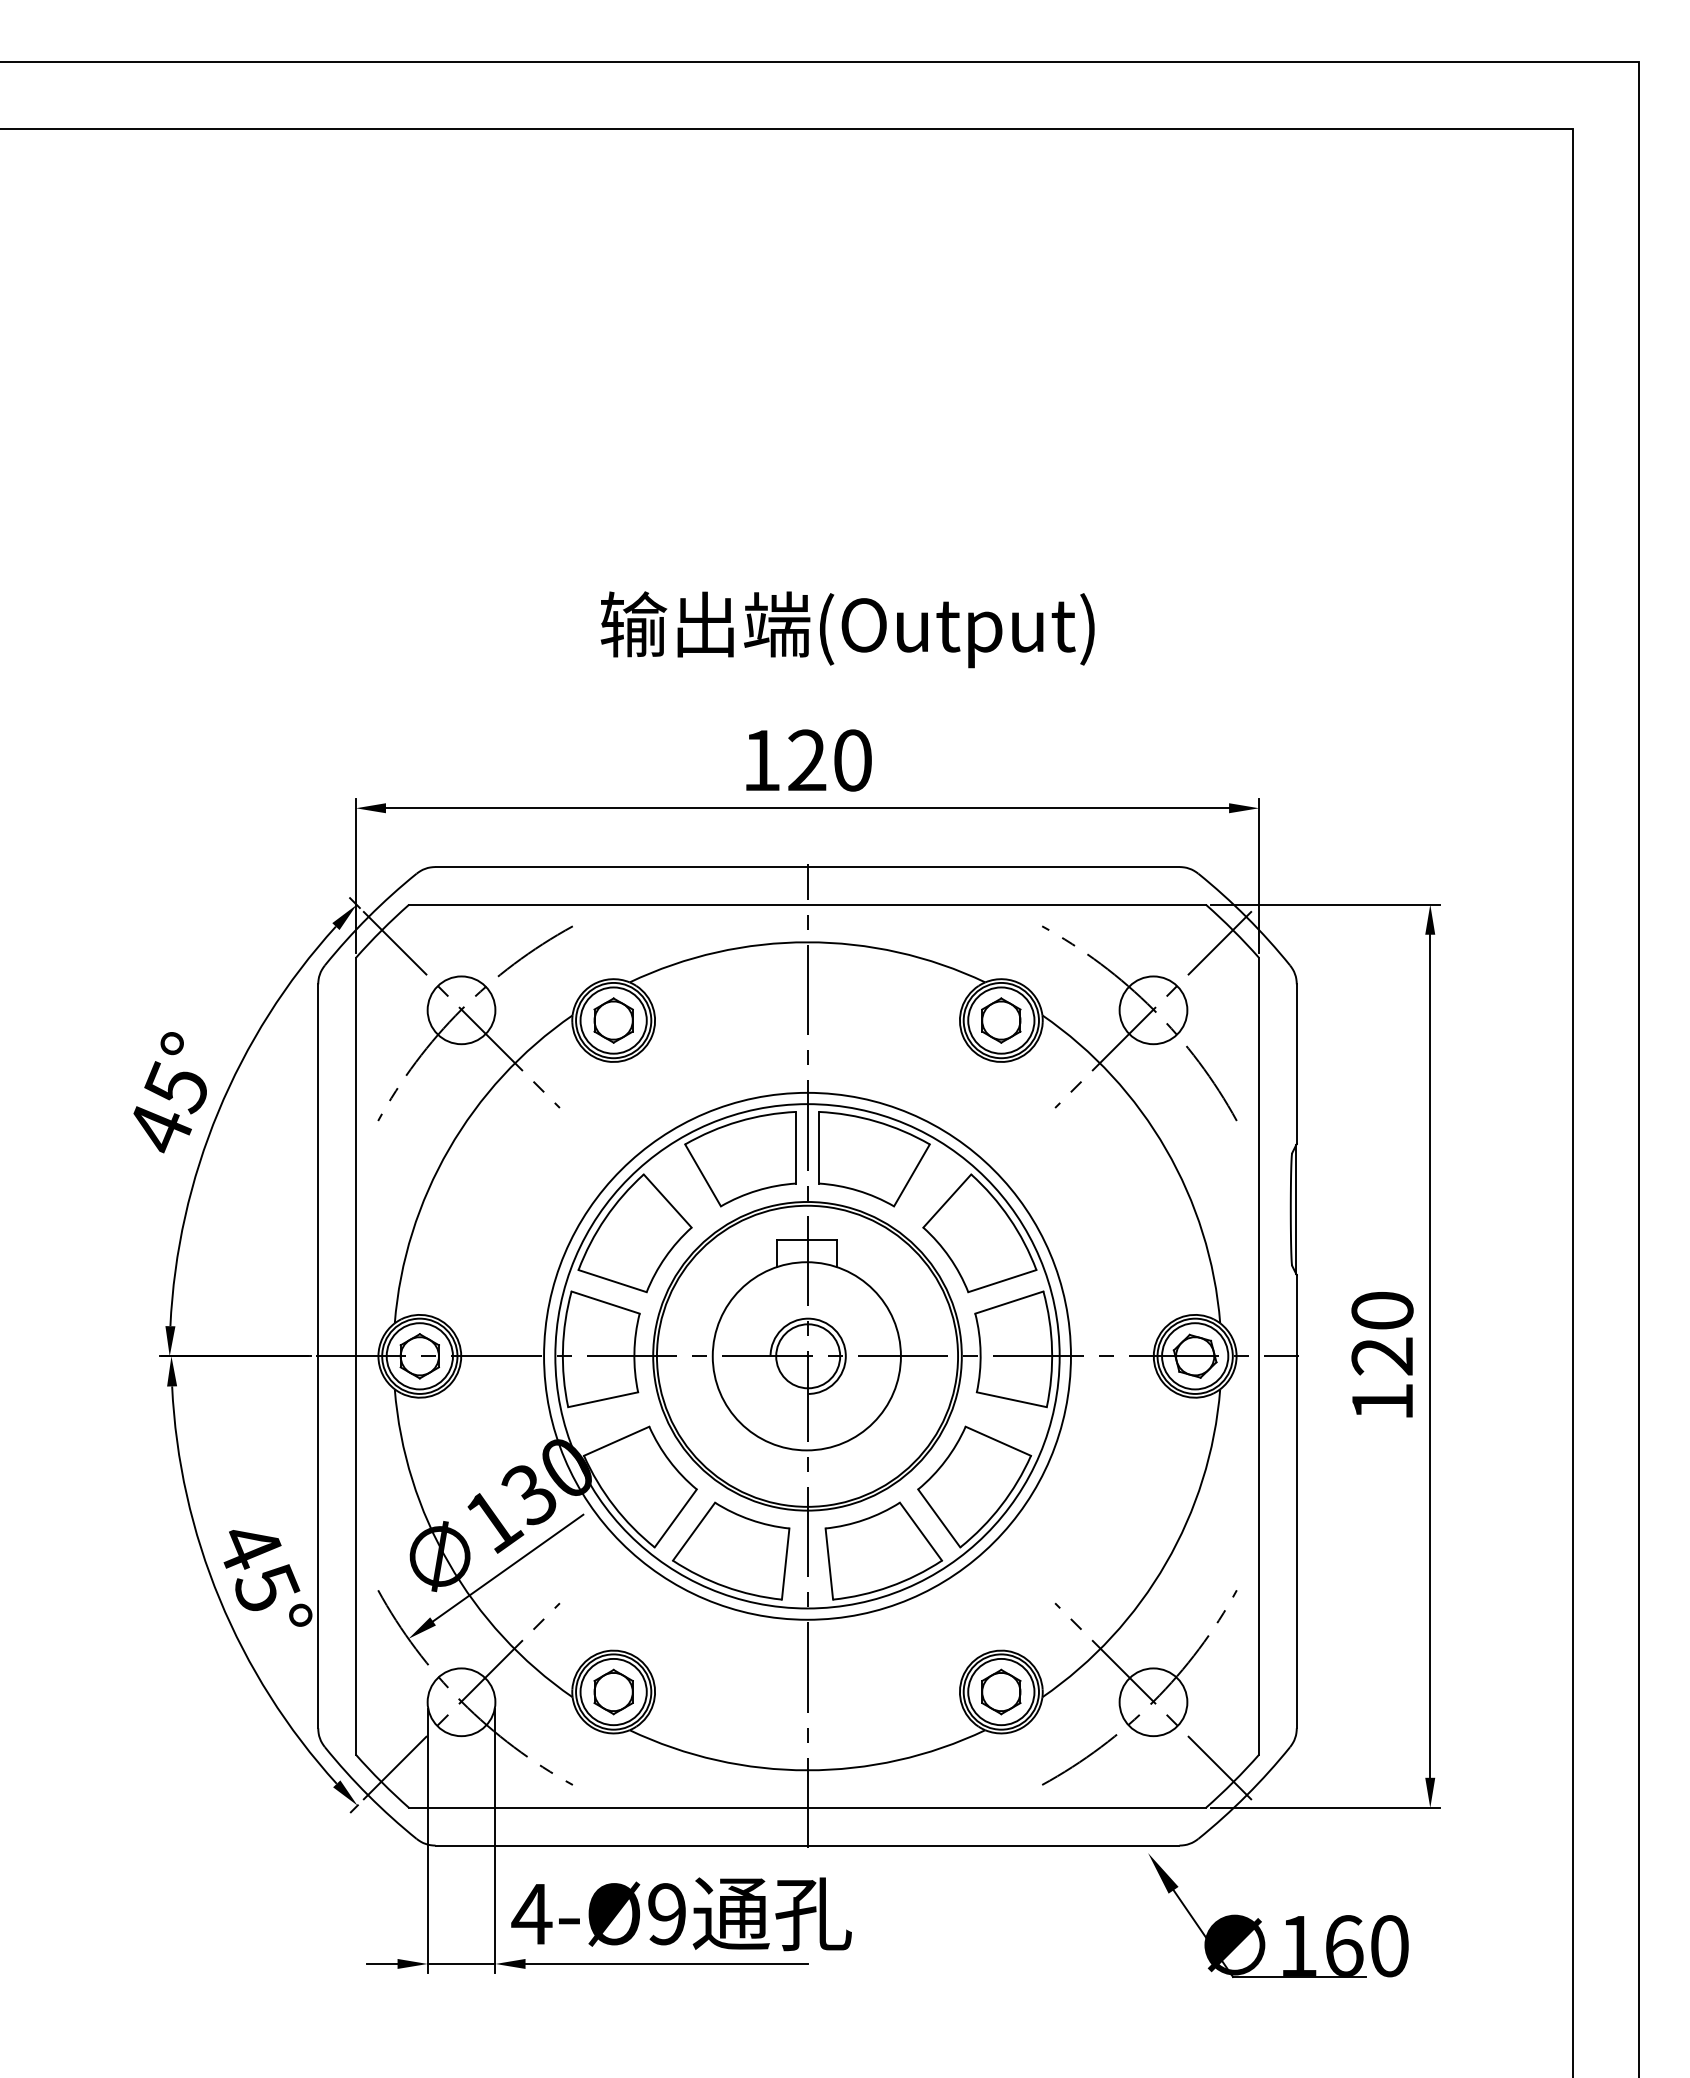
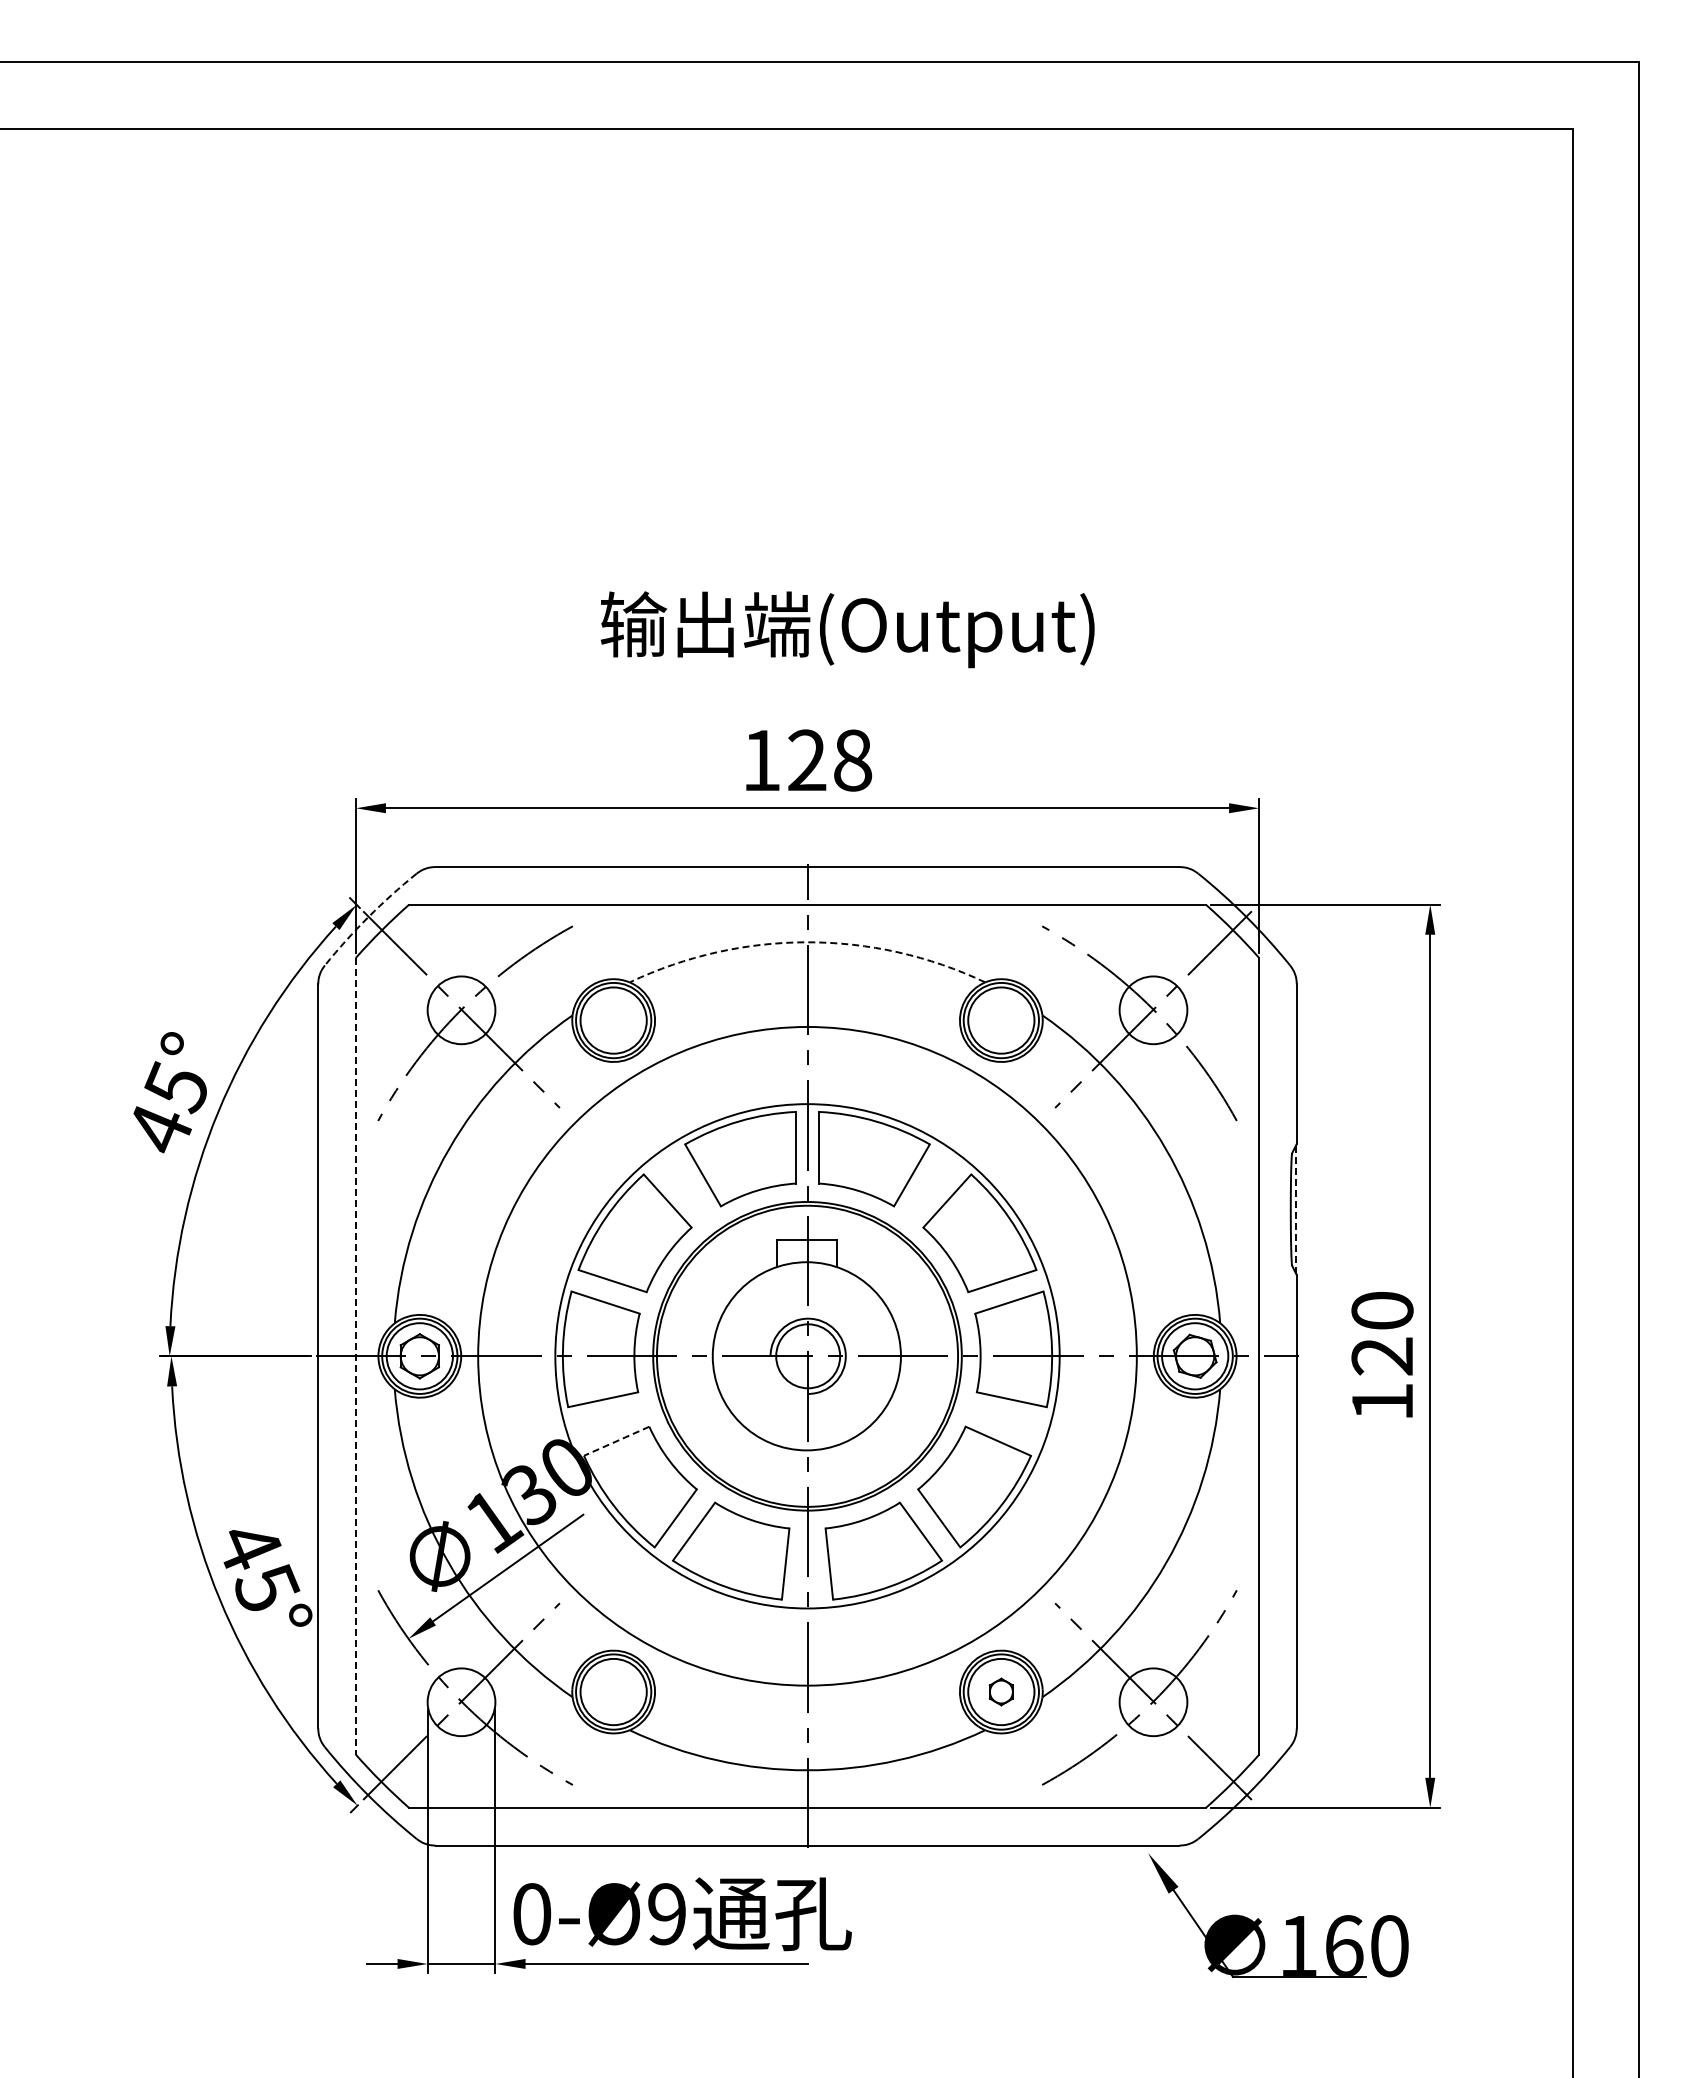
text at (853, 760): 120 -> 128
arc at (368, 917): solid -> dashed
arc at (807, 942): solid -> dashed
part at (613, 1020): present -> none
part at (1001, 1020): present -> none
line at (1296, 1209): solid -> dashed
circle at (807, 1355) diameter: 527 px -> 659 px
line at (355, 1356): solid -> dashed
line at (616, 1441): solid -> dashed
part at (613, 1691): present -> none
part at (1001, 1691) size: 41x48 px -> 26x30 px
text at (531, 1914): 4-Ø9 -> 0-Ø9
